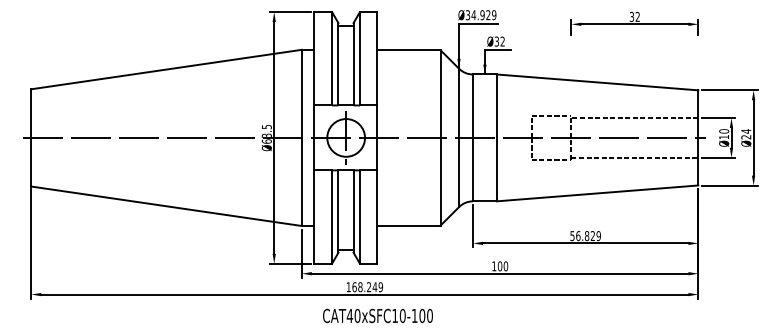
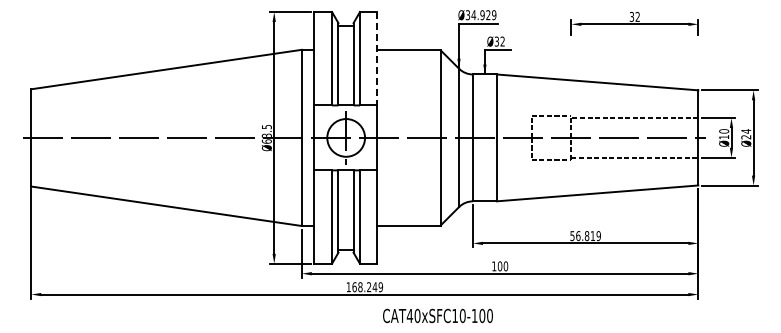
line at (377, 58): solid -> dashed
text at (592, 235): 56.829 -> 56.819
text at (377, 315) position: (377, 315) -> (437, 315)
